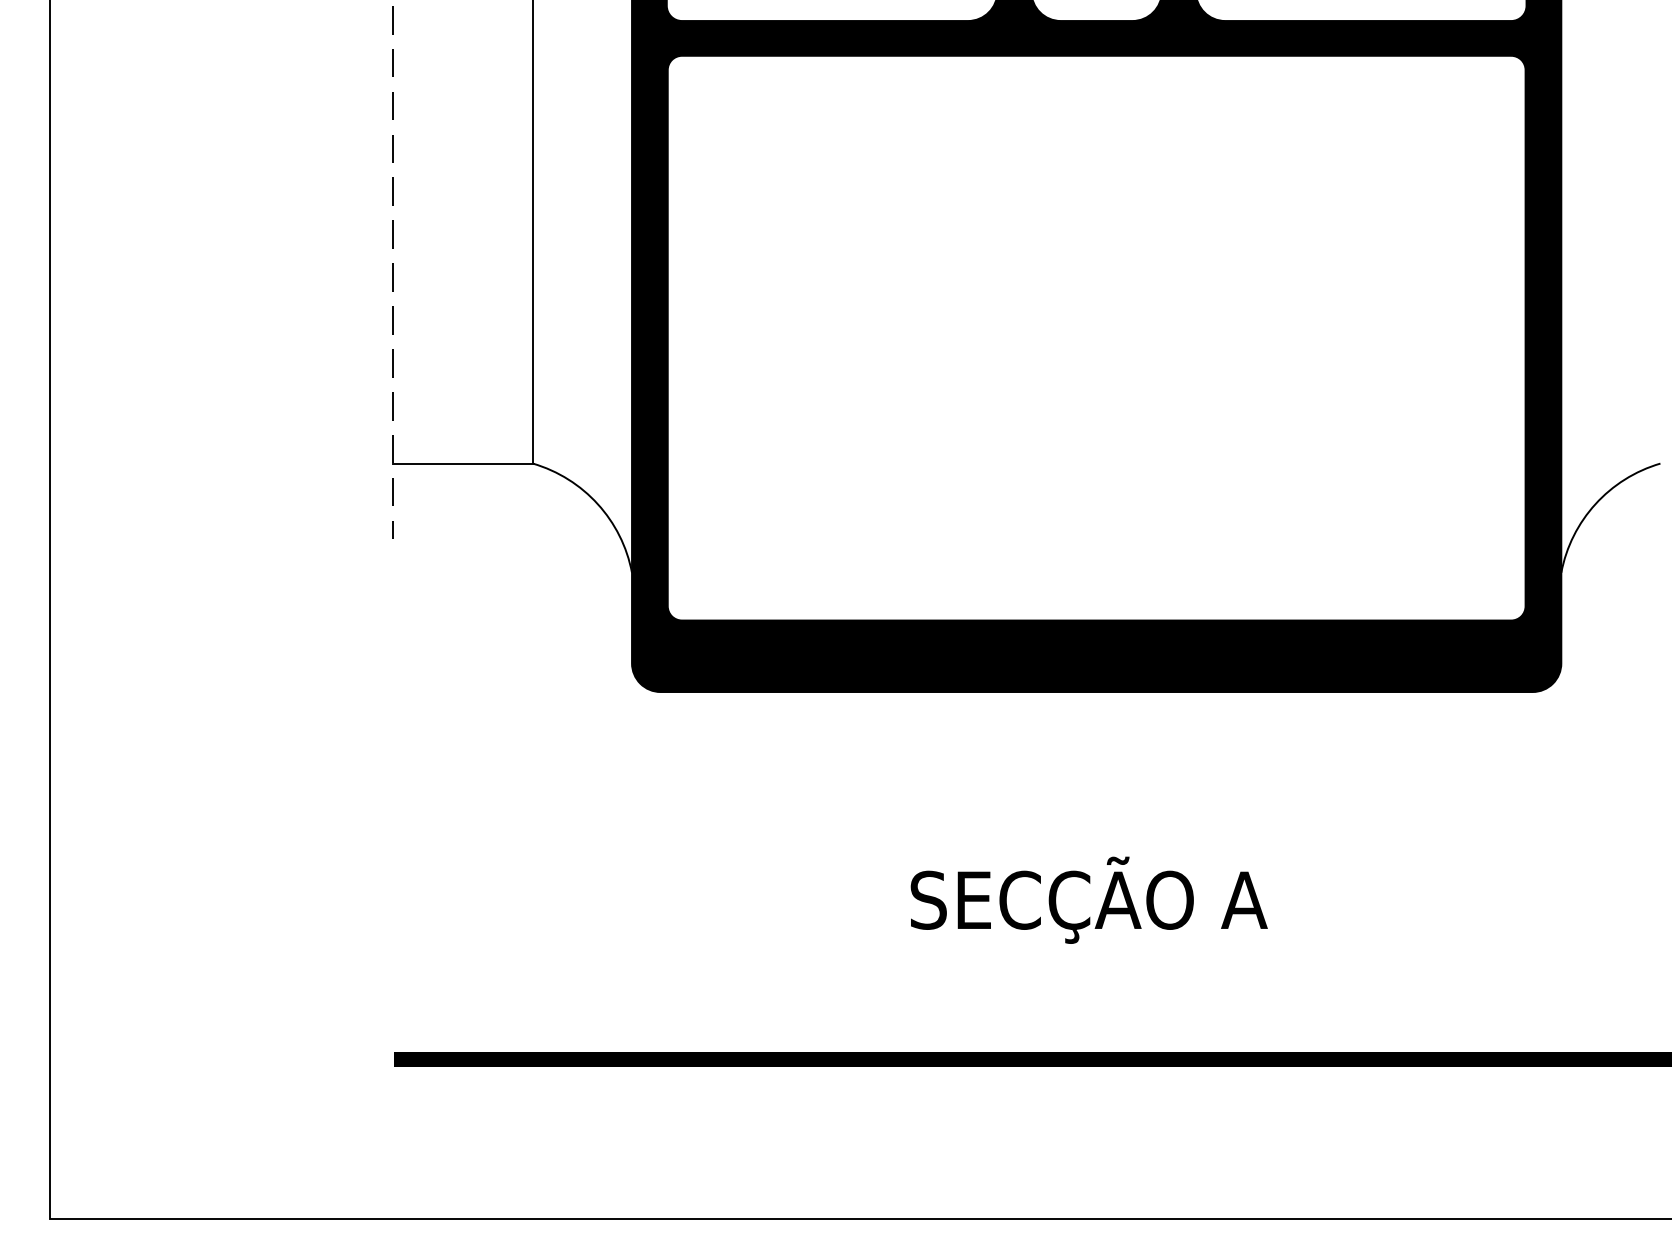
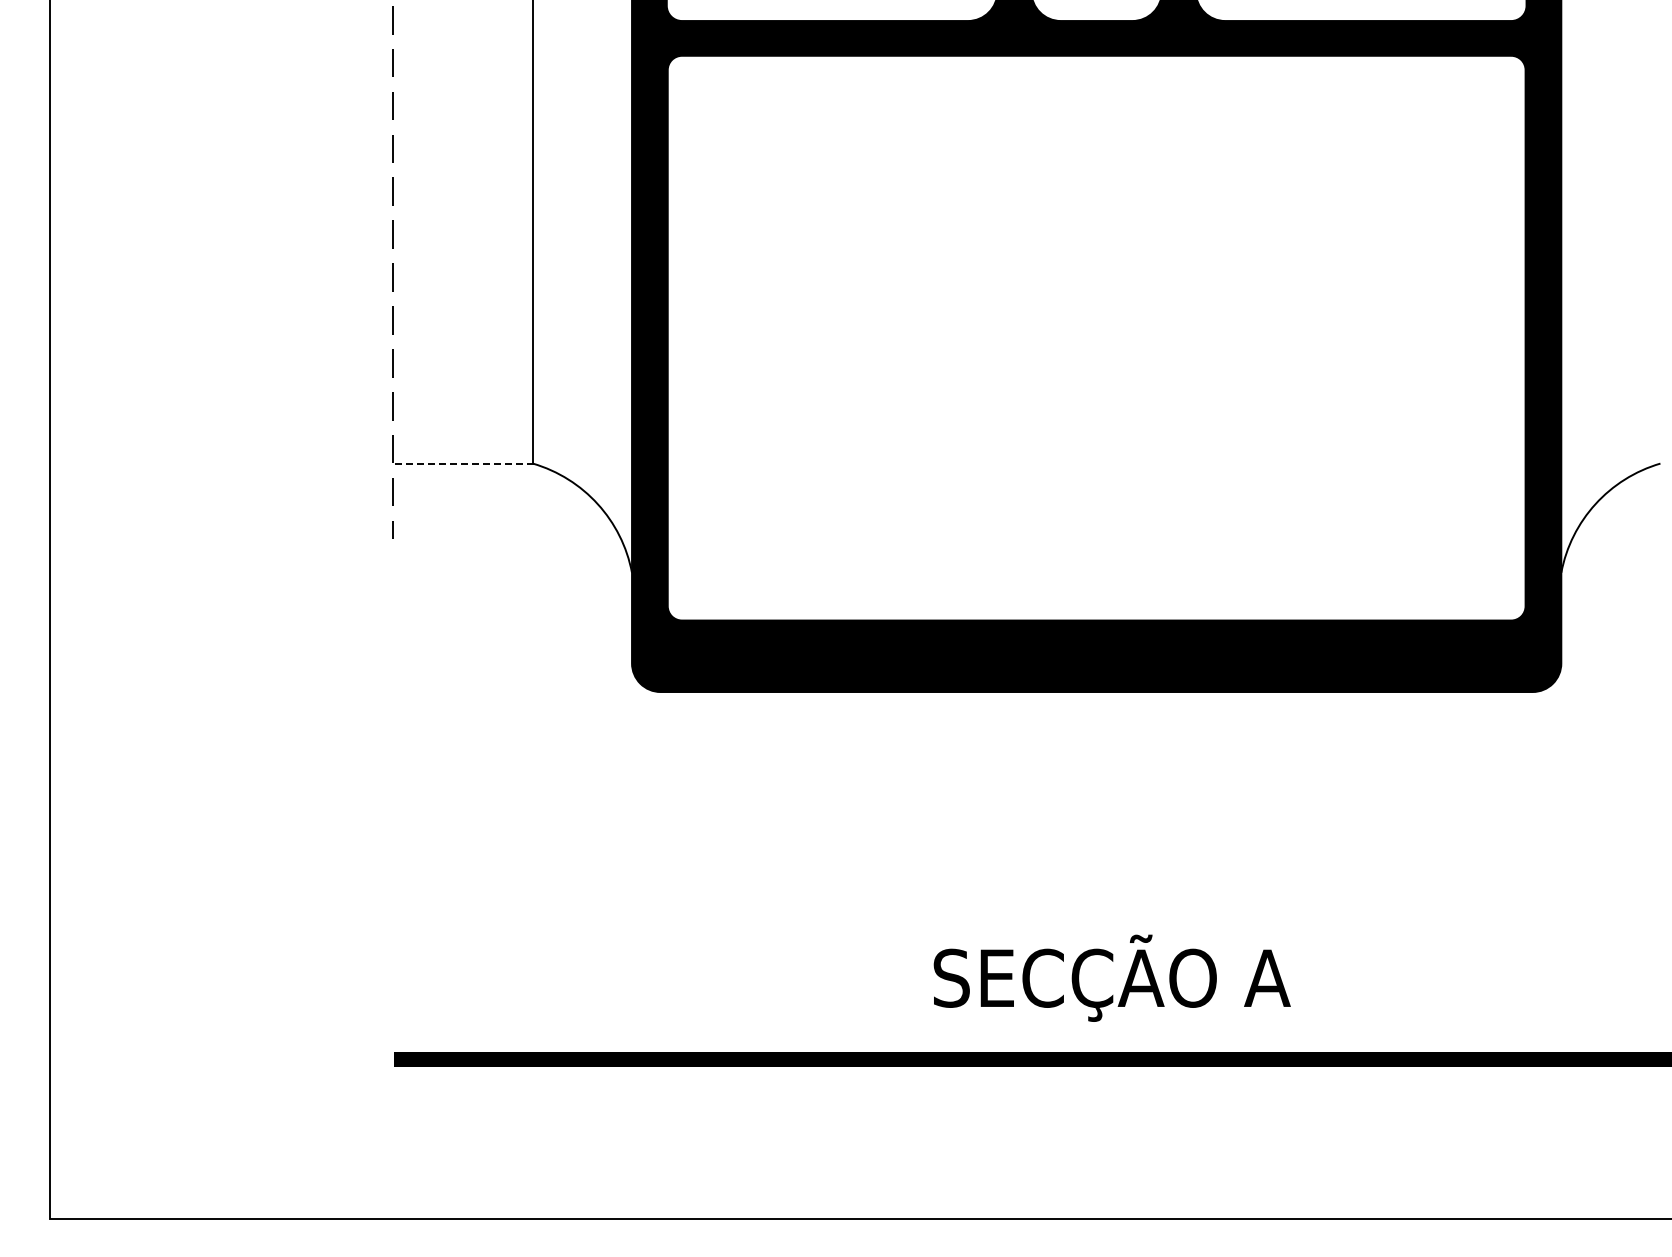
line at (463, 463): solid -> dashed
text at (1088, 899) position: (1088, 899) -> (1111, 977)
